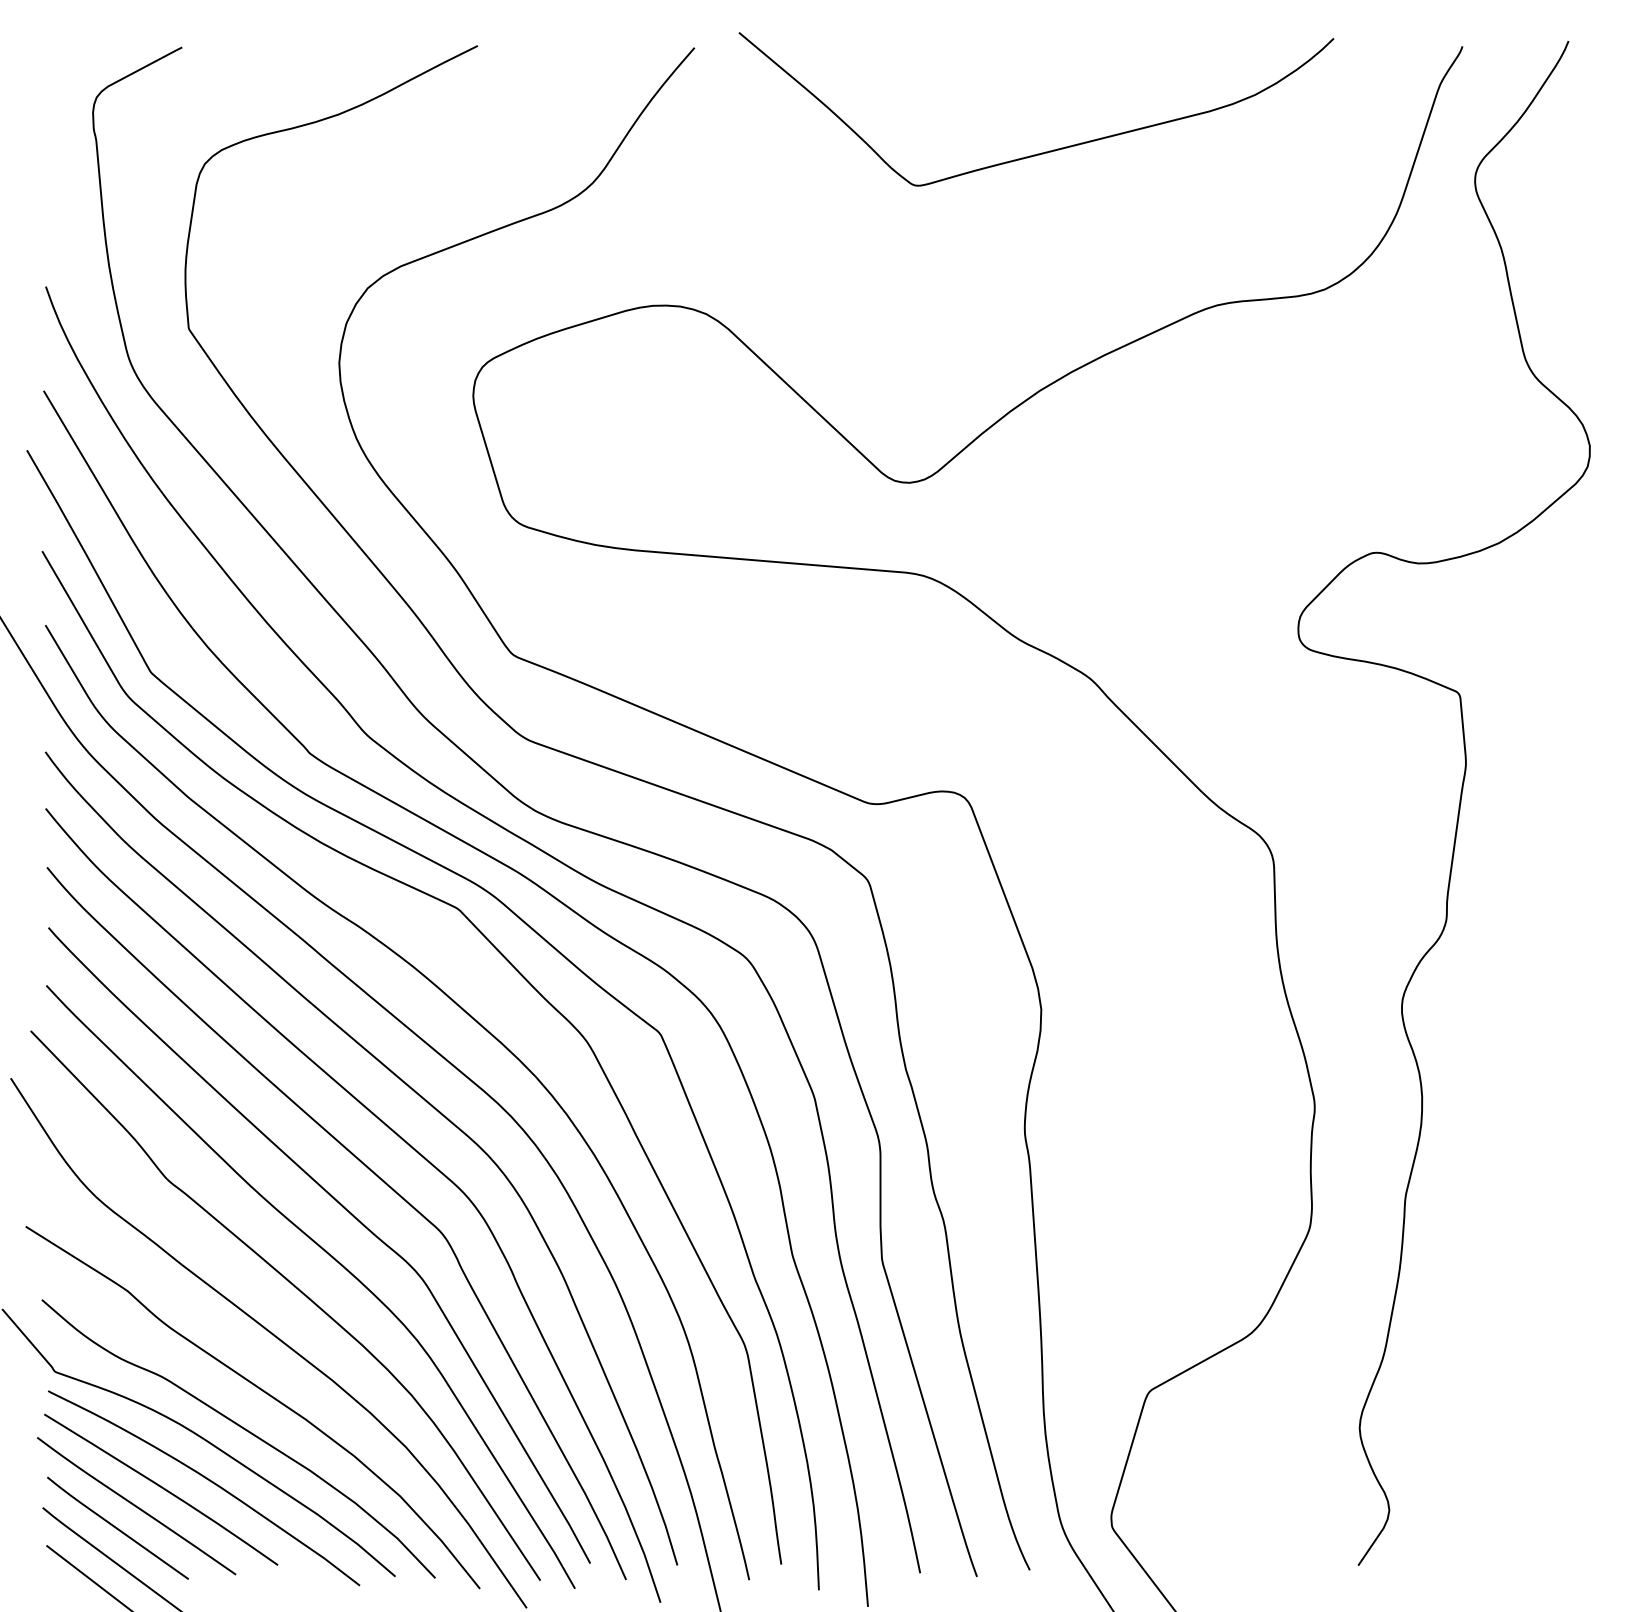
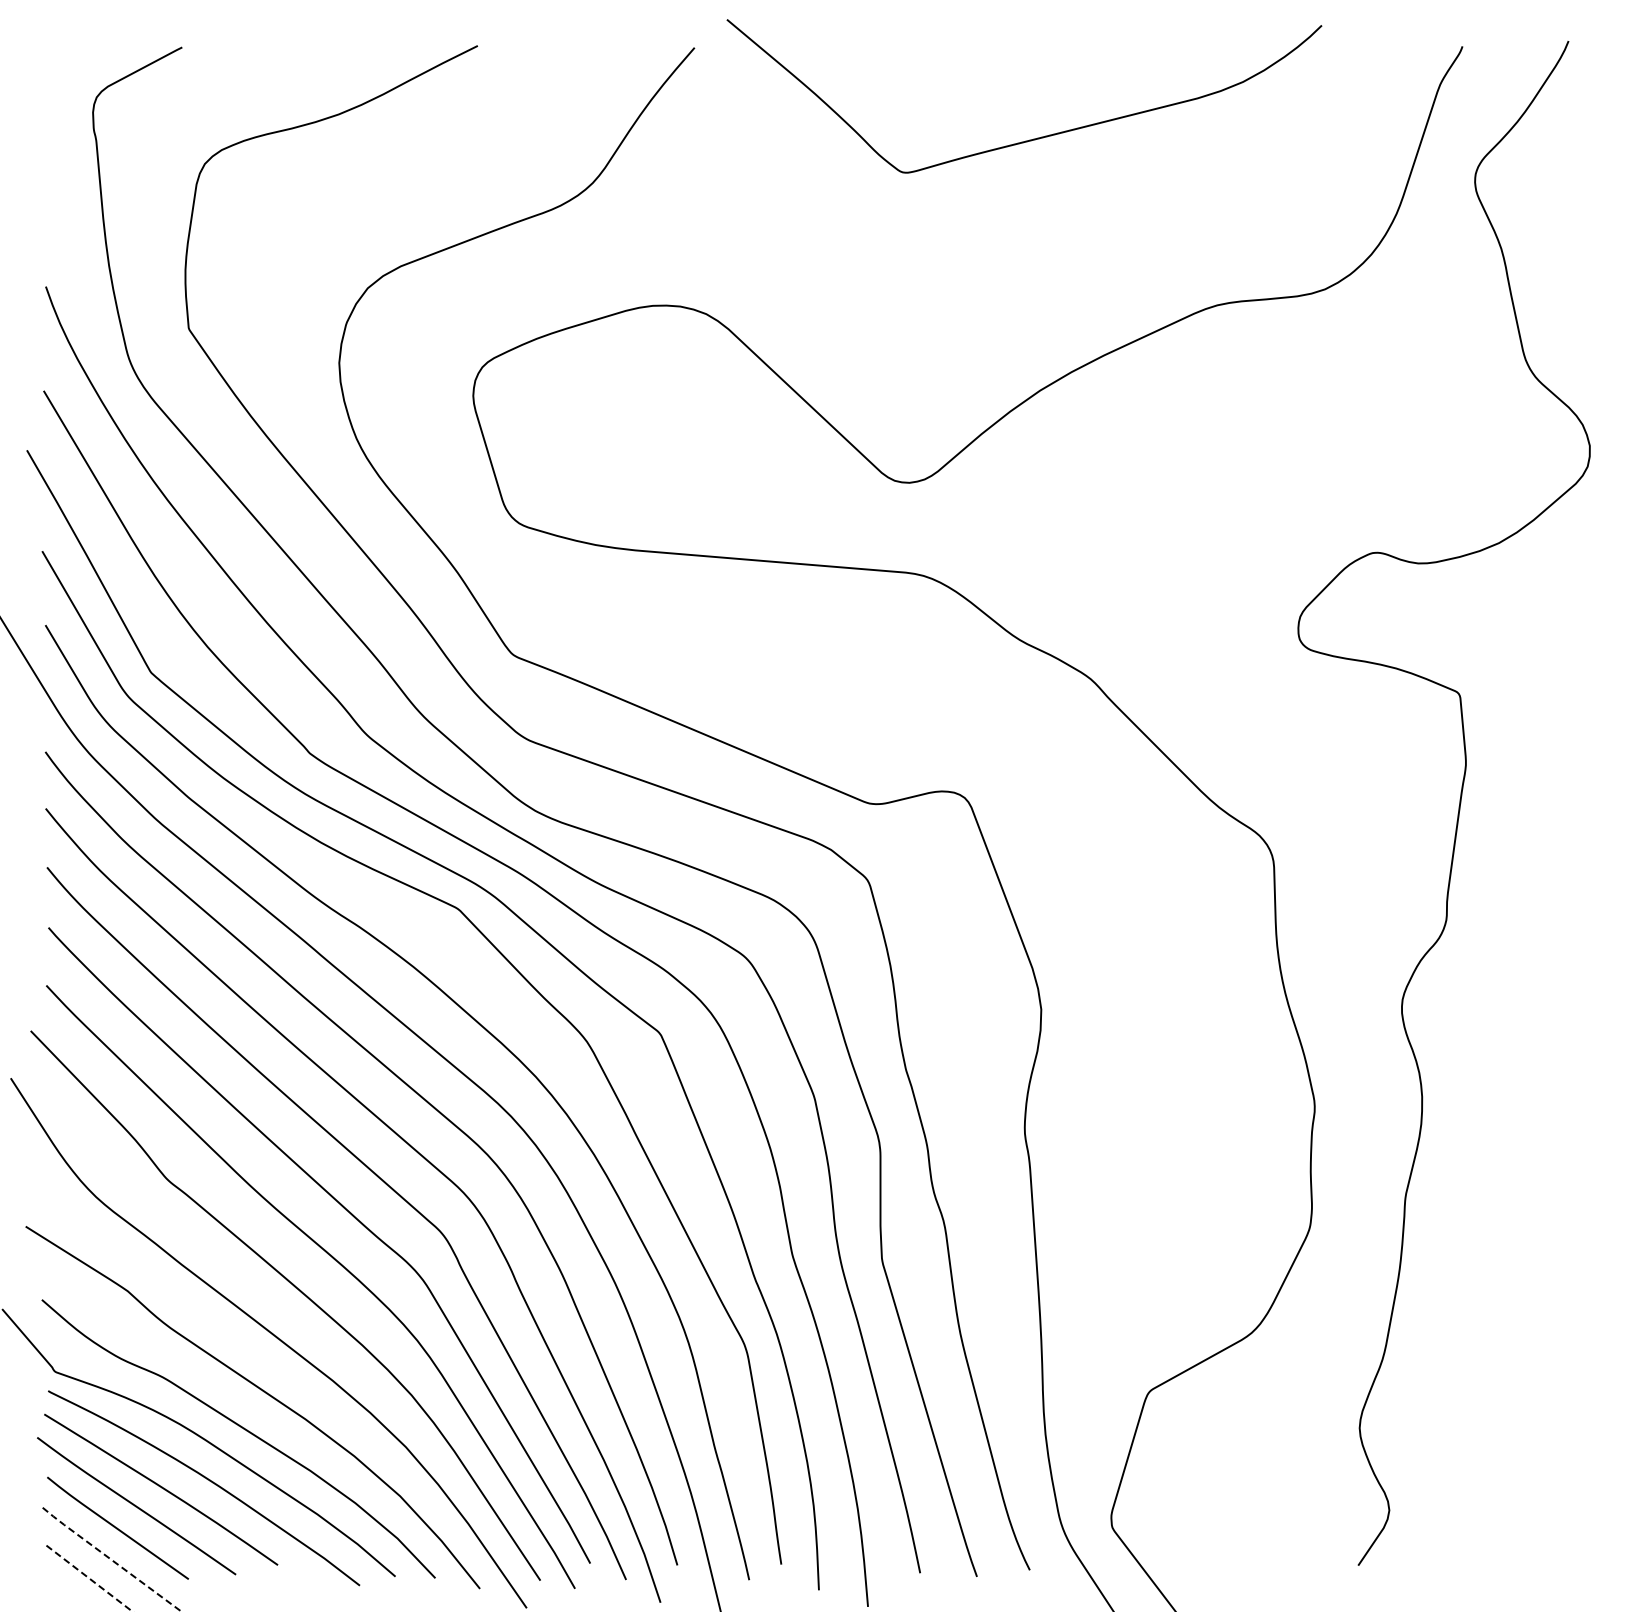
curve at (1045, 151) position: (1045, 151) -> (1033, 138)
line at (110, 1559): solid -> dashed
line at (89, 1578): solid -> dashed
